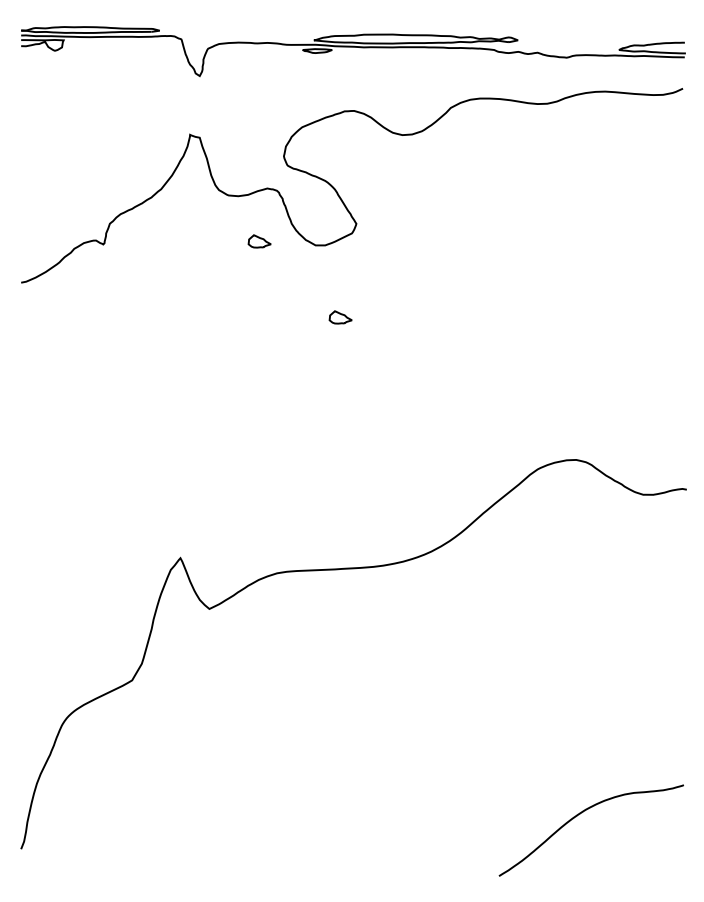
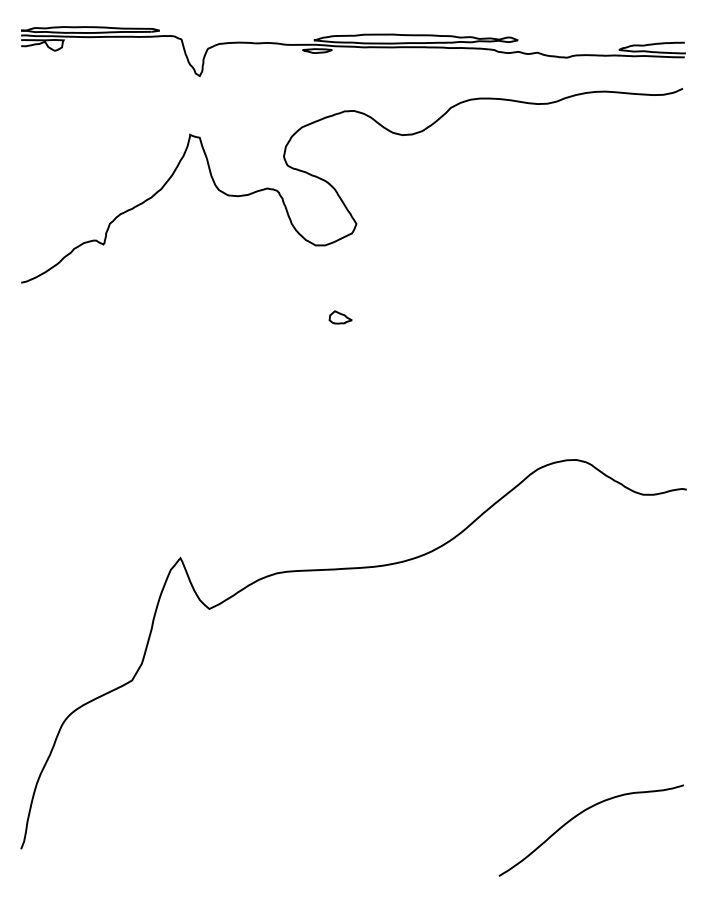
part at (259, 241): present -> none
